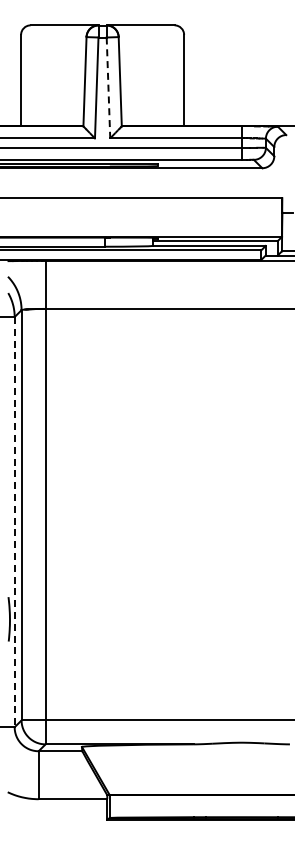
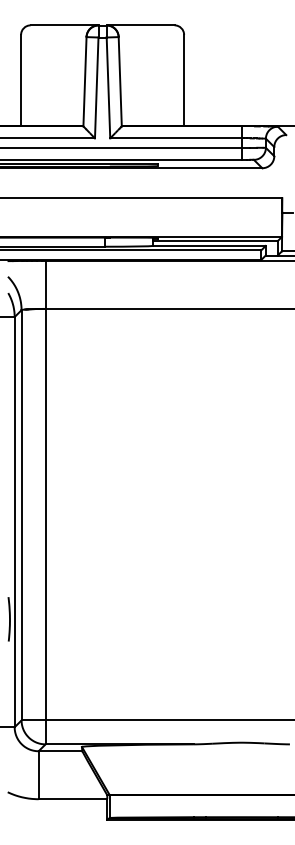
line at (108, 88): dashed -> solid
line at (14, 522): dashed -> solid
